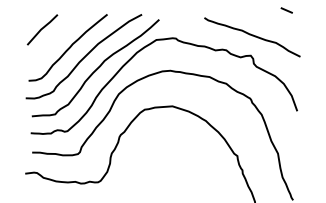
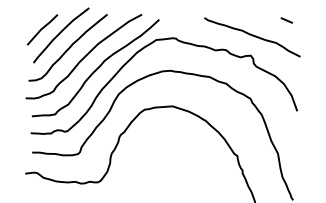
line at (286, 10) position: (286, 10) -> (286, 20)
curve at (60, 33): none -> present
